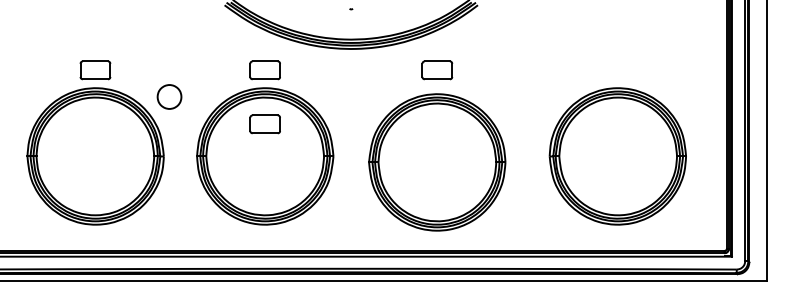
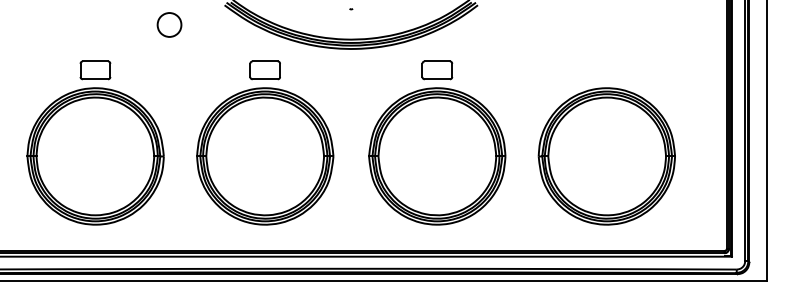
part at (169, 96) position: (169, 96) -> (169, 24)
part at (264, 124): present -> none
part at (617, 156) position: (617, 156) -> (606, 156)
part at (437, 162) position: (437, 162) -> (437, 156)
